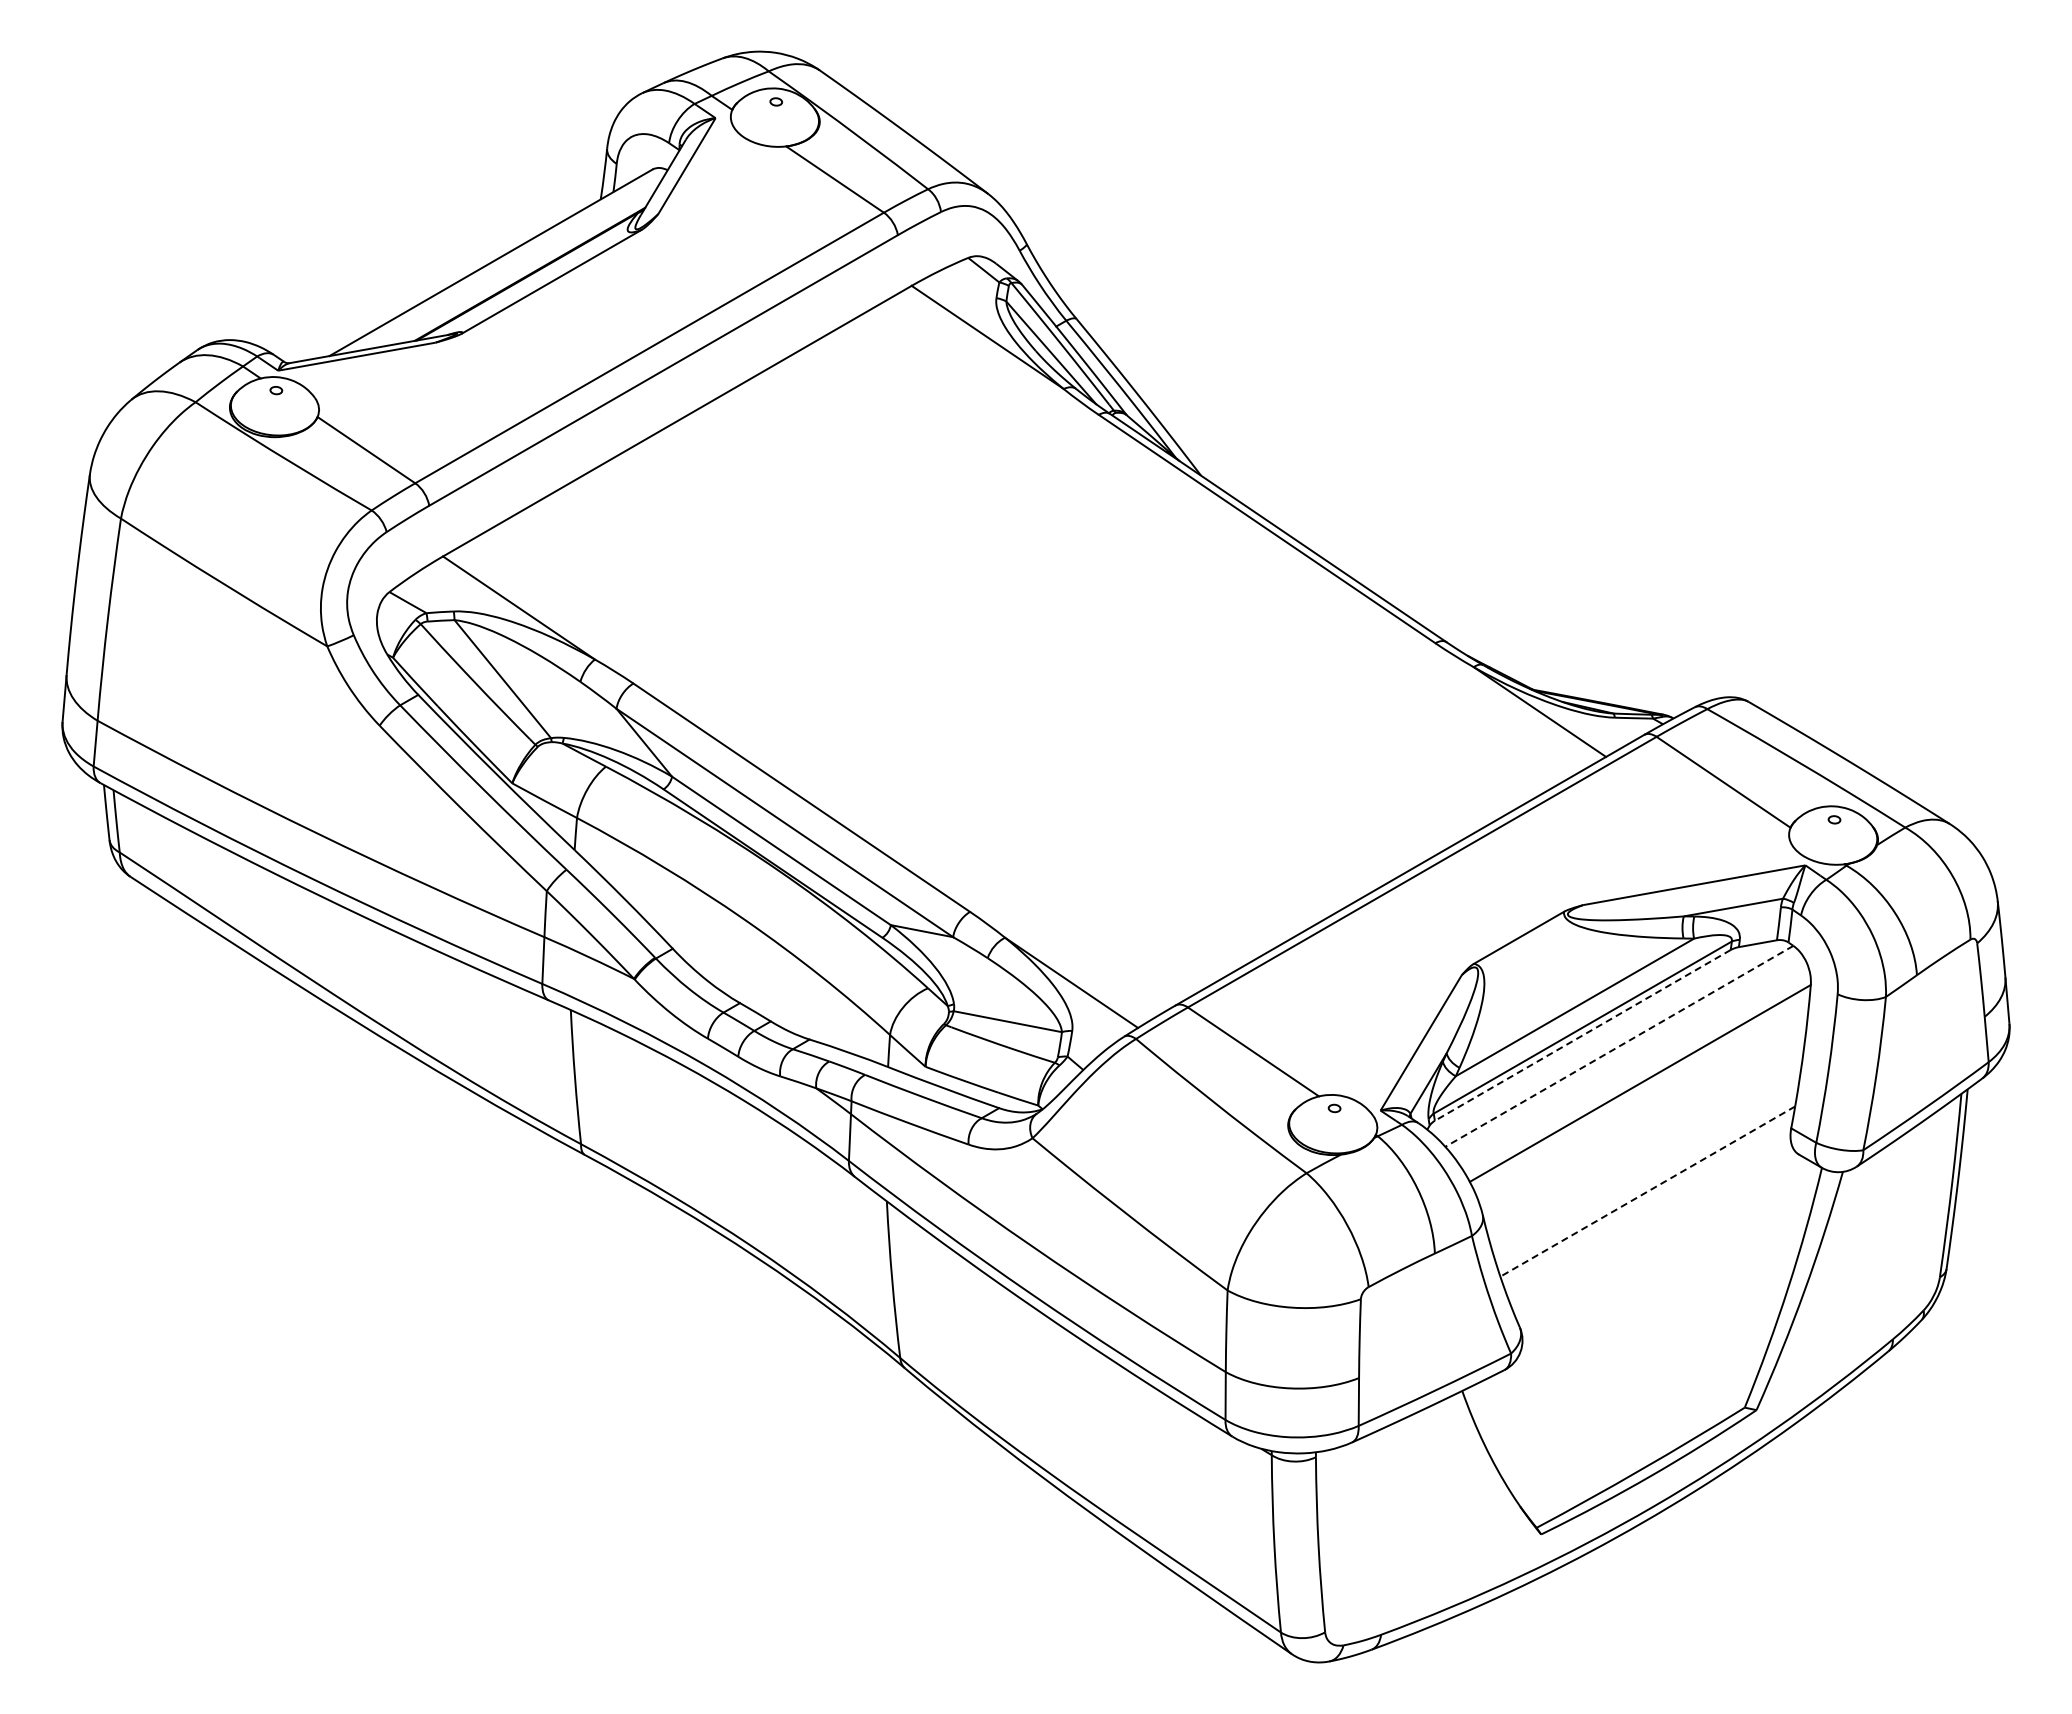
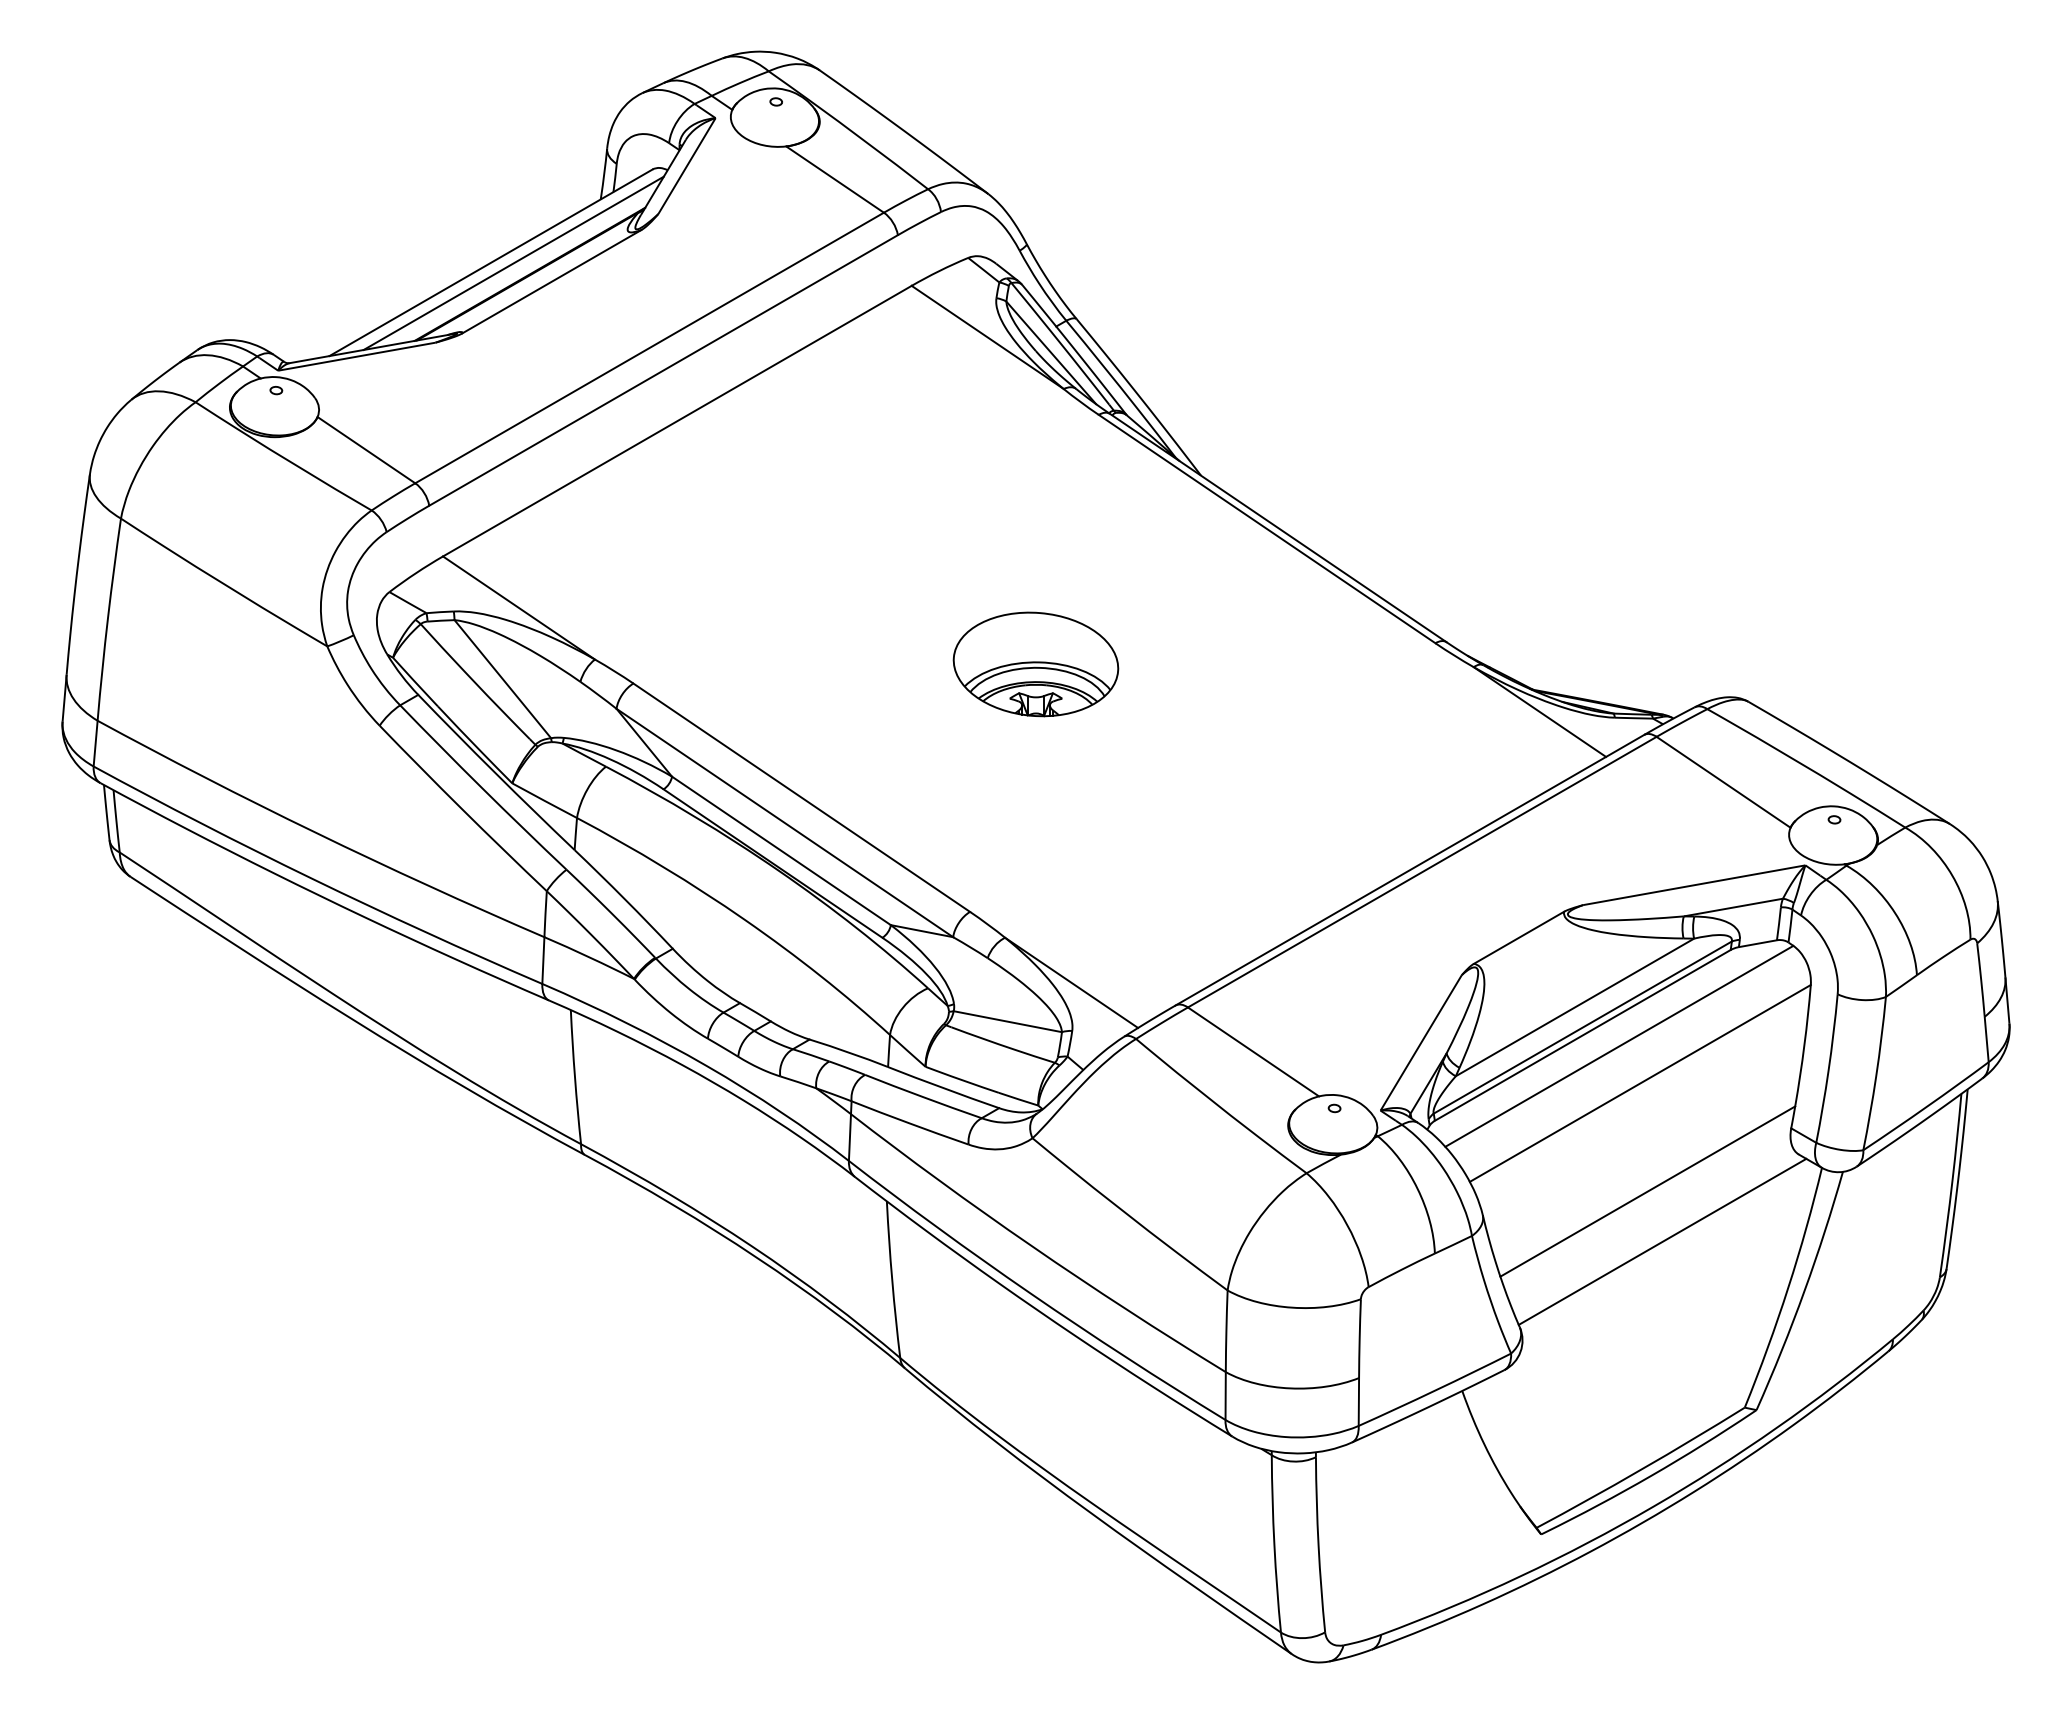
line at (513, 263): none -> present
part at (1035, 664): none -> present
line at (1582, 1035): dashed -> solid
line at (1619, 1046): dashed -> solid
line at (1647, 1191): dashed -> solid
line at (1662, 1241): none -> present
